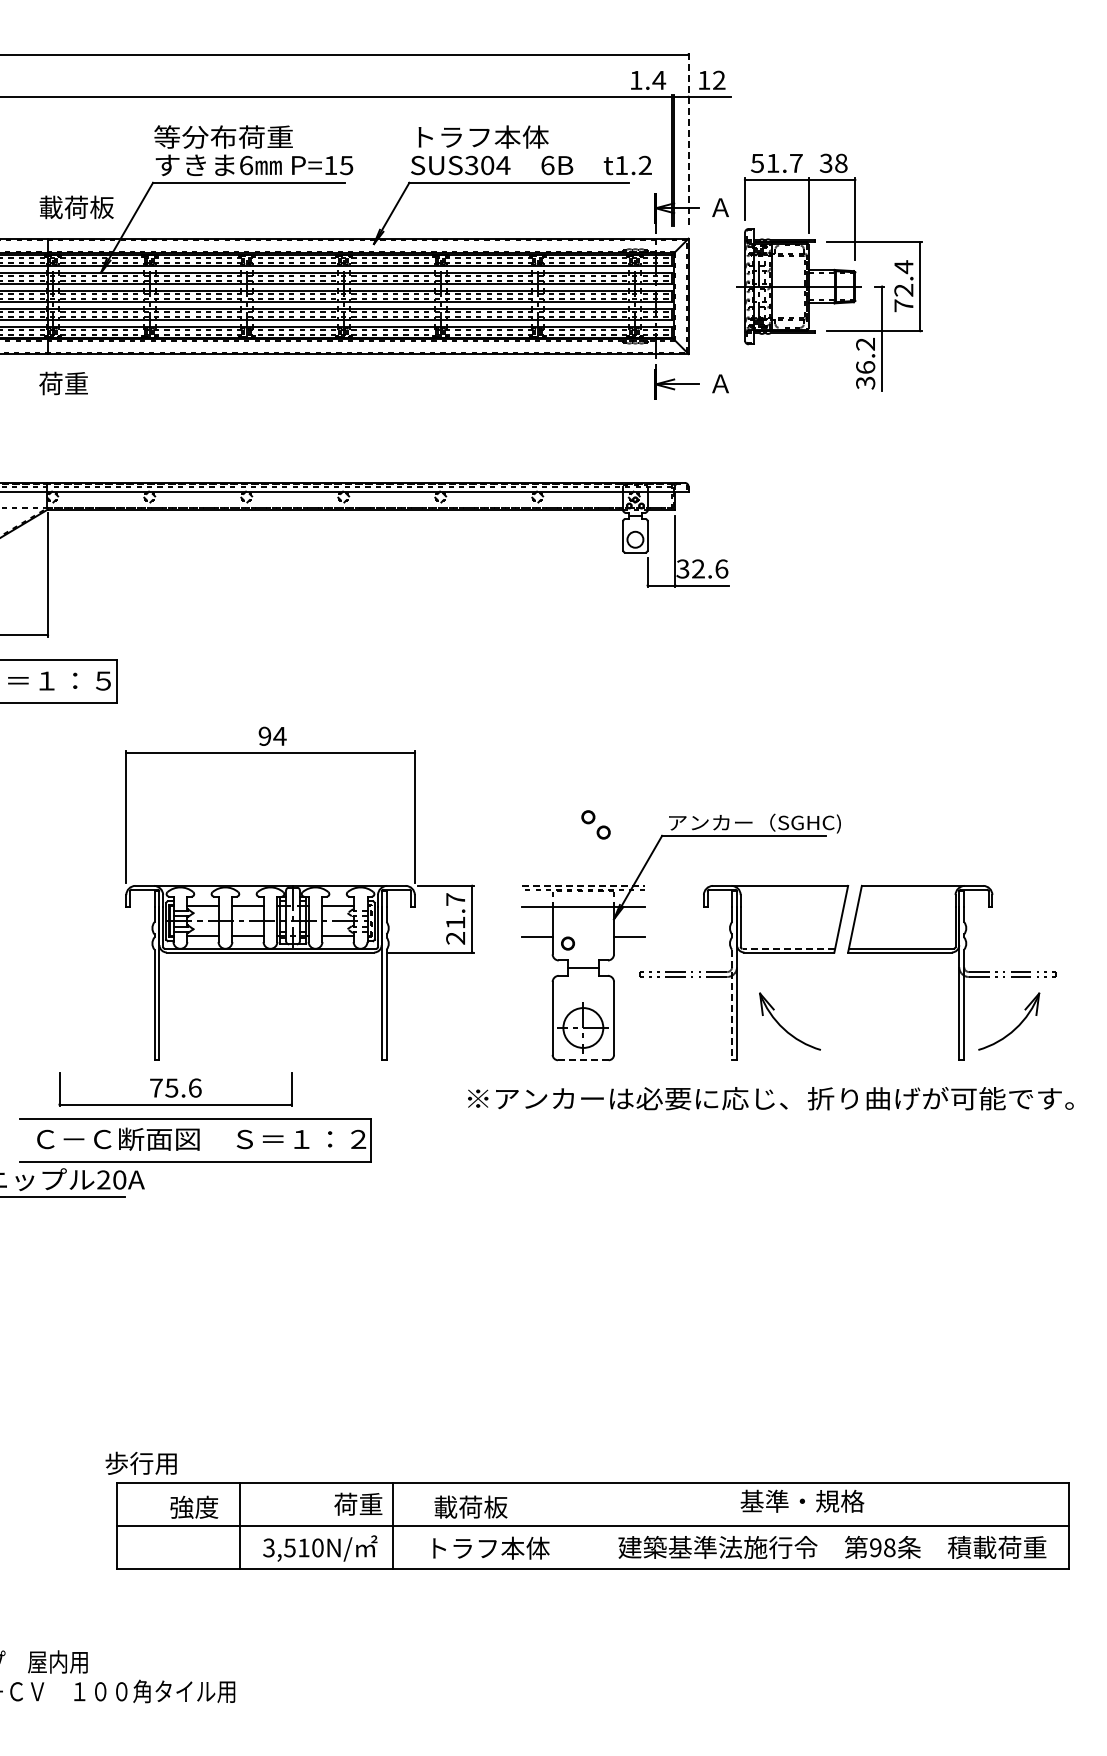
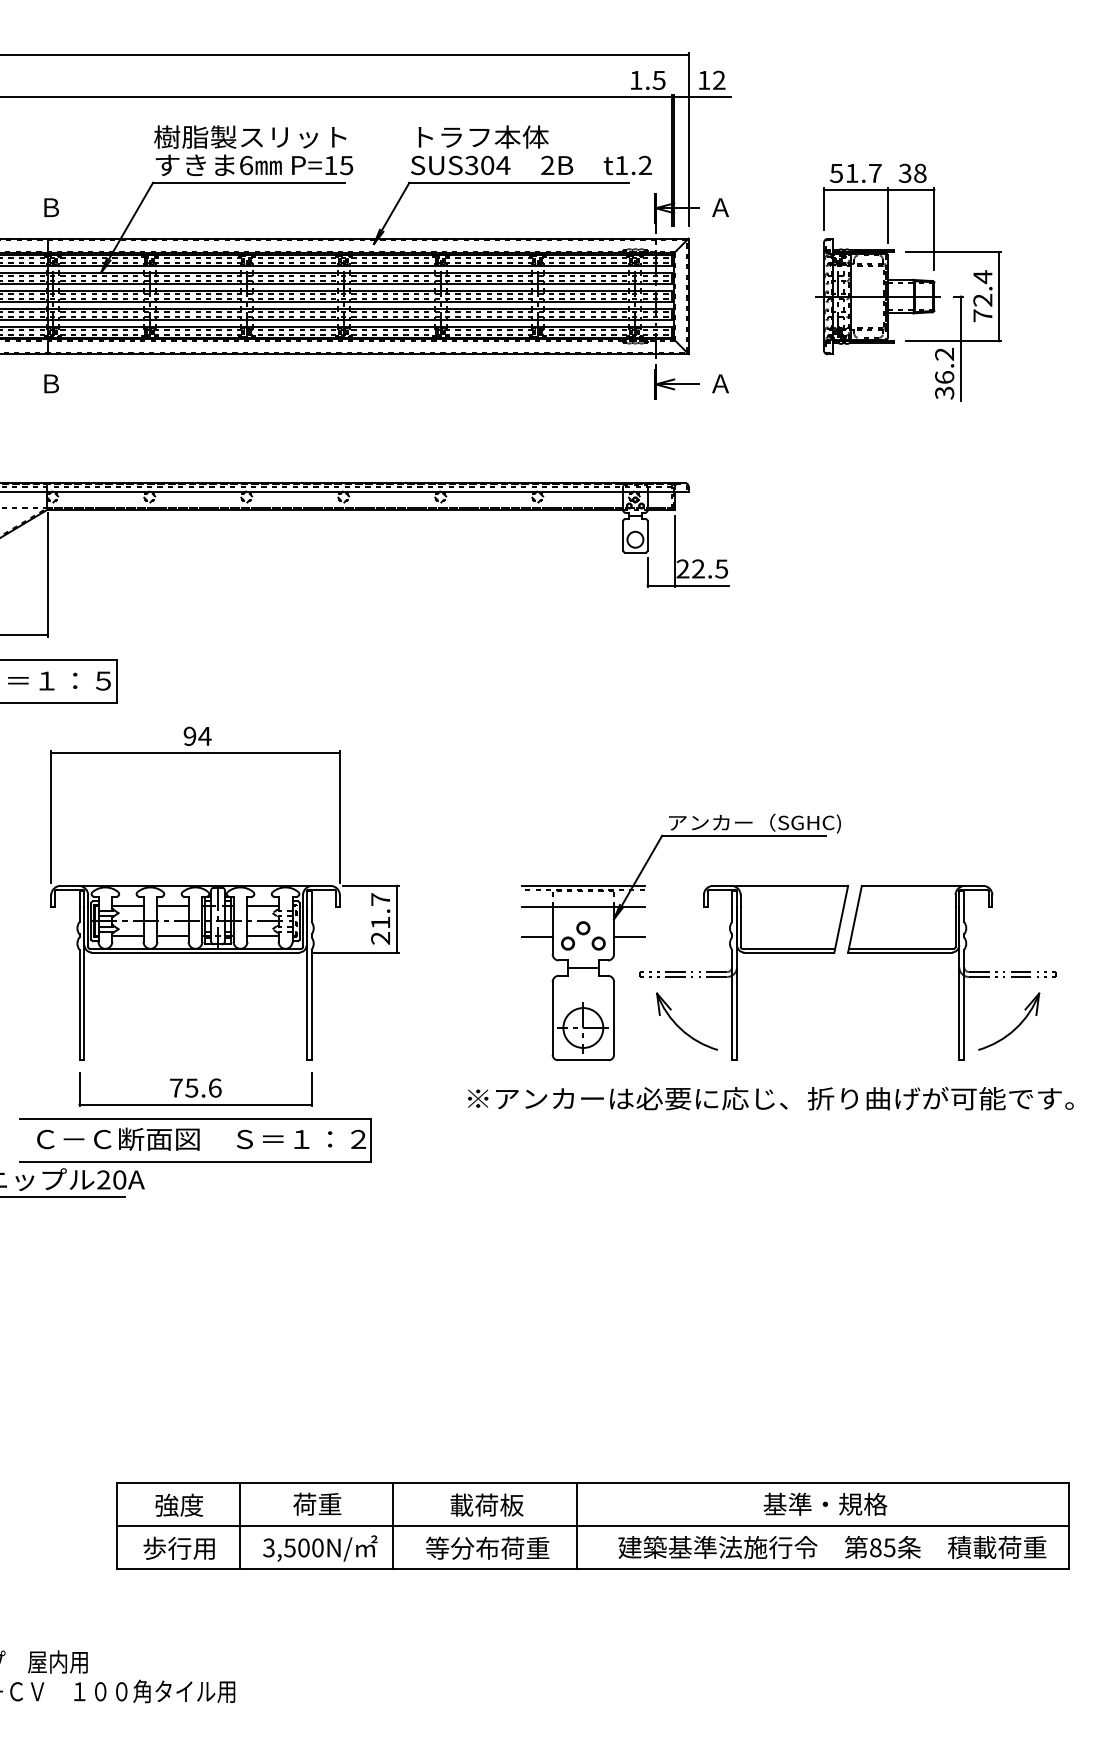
text at (659, 80): 1.4 -> 1.5
text at (250, 136): 等分布荷重 -> 樹脂製スリット
line at (688, 139): dashed -> solid
text at (547, 165): 6B -> 2B
text at (76, 207): 載荷板 -> Ｂ
part at (829, 272) position: (829, 272) -> (908, 282)
text at (63, 383): 荷重 -> Ｂ
text at (702, 568): 32.6 -> 22.5
part at (595, 824) position: (595, 824) -> (590, 935)
line at (583, 885): dashed -> solid
part at (299, 893) position: (299, 893) -> (224, 893)
line at (788, 948): dashed -> solid
line at (732, 1005): dashed -> solid
part at (783, 1027) position: (783, 1027) -> (680, 1027)
line at (582, 1060): dashed -> solid
part at (175, 1089) position: (175, 1089) -> (195, 1089)
text at (140, 1462) position: (140, 1462) -> (178, 1547)
text at (802, 1500) position: (802, 1500) -> (825, 1503)
text at (358, 1503) position: (358, 1503) -> (317, 1503)
text at (194, 1506) position: (194, 1506) -> (179, 1504)
text at (470, 1506) position: (470, 1506) -> (486, 1504)
line at (577, 1525): none -> present
text at (303, 1547): 3,510N/ -> 3,500N/
text at (487, 1547): トラフ本体 -> 等分布荷重
text at (882, 1547): 98 -> 85
